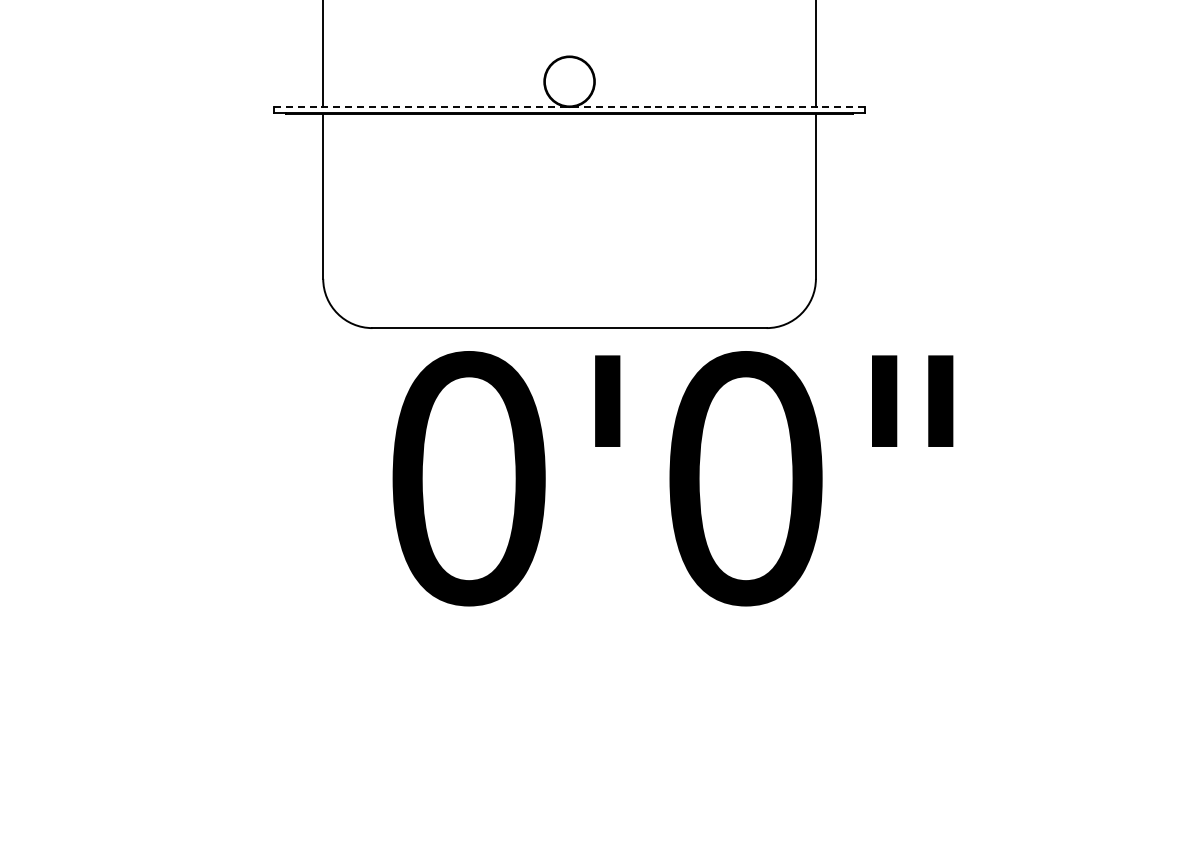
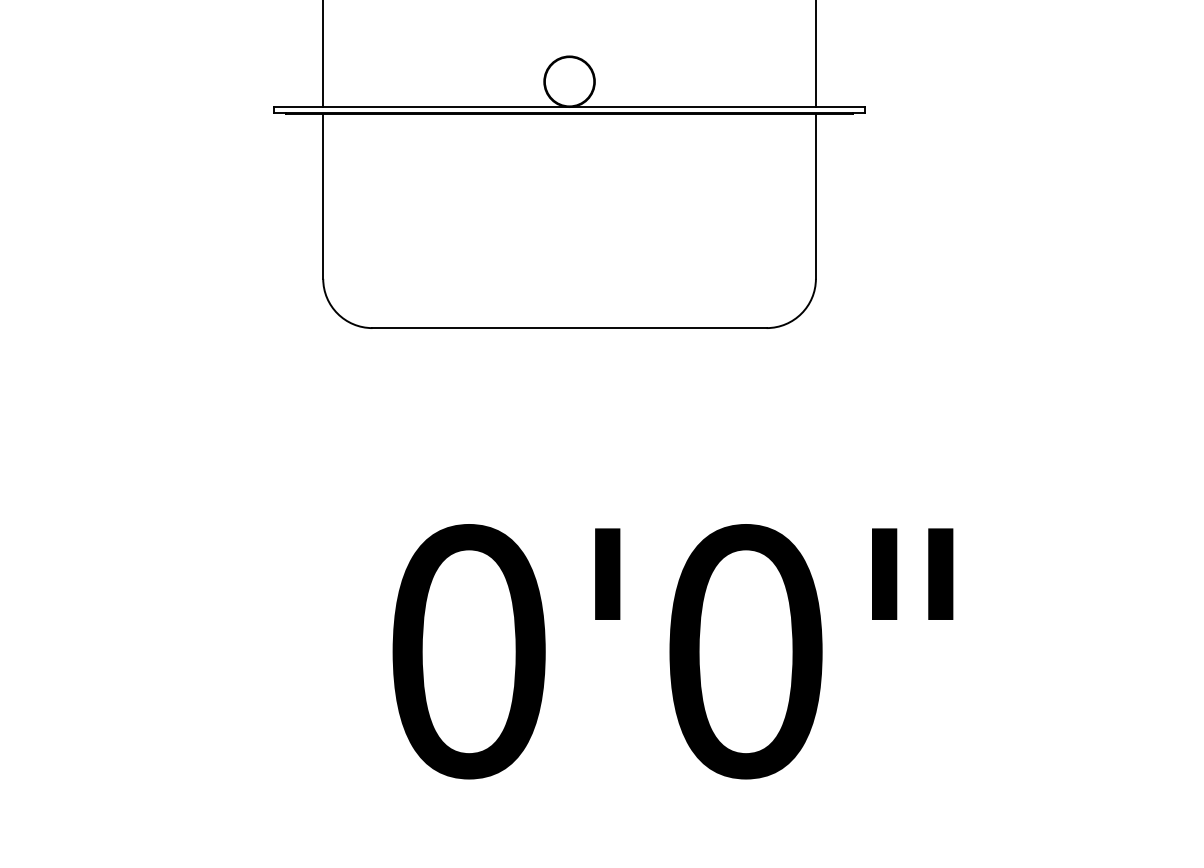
line at (569, 107): dashed -> solid
text at (672, 478) position: (672, 478) -> (672, 651)
